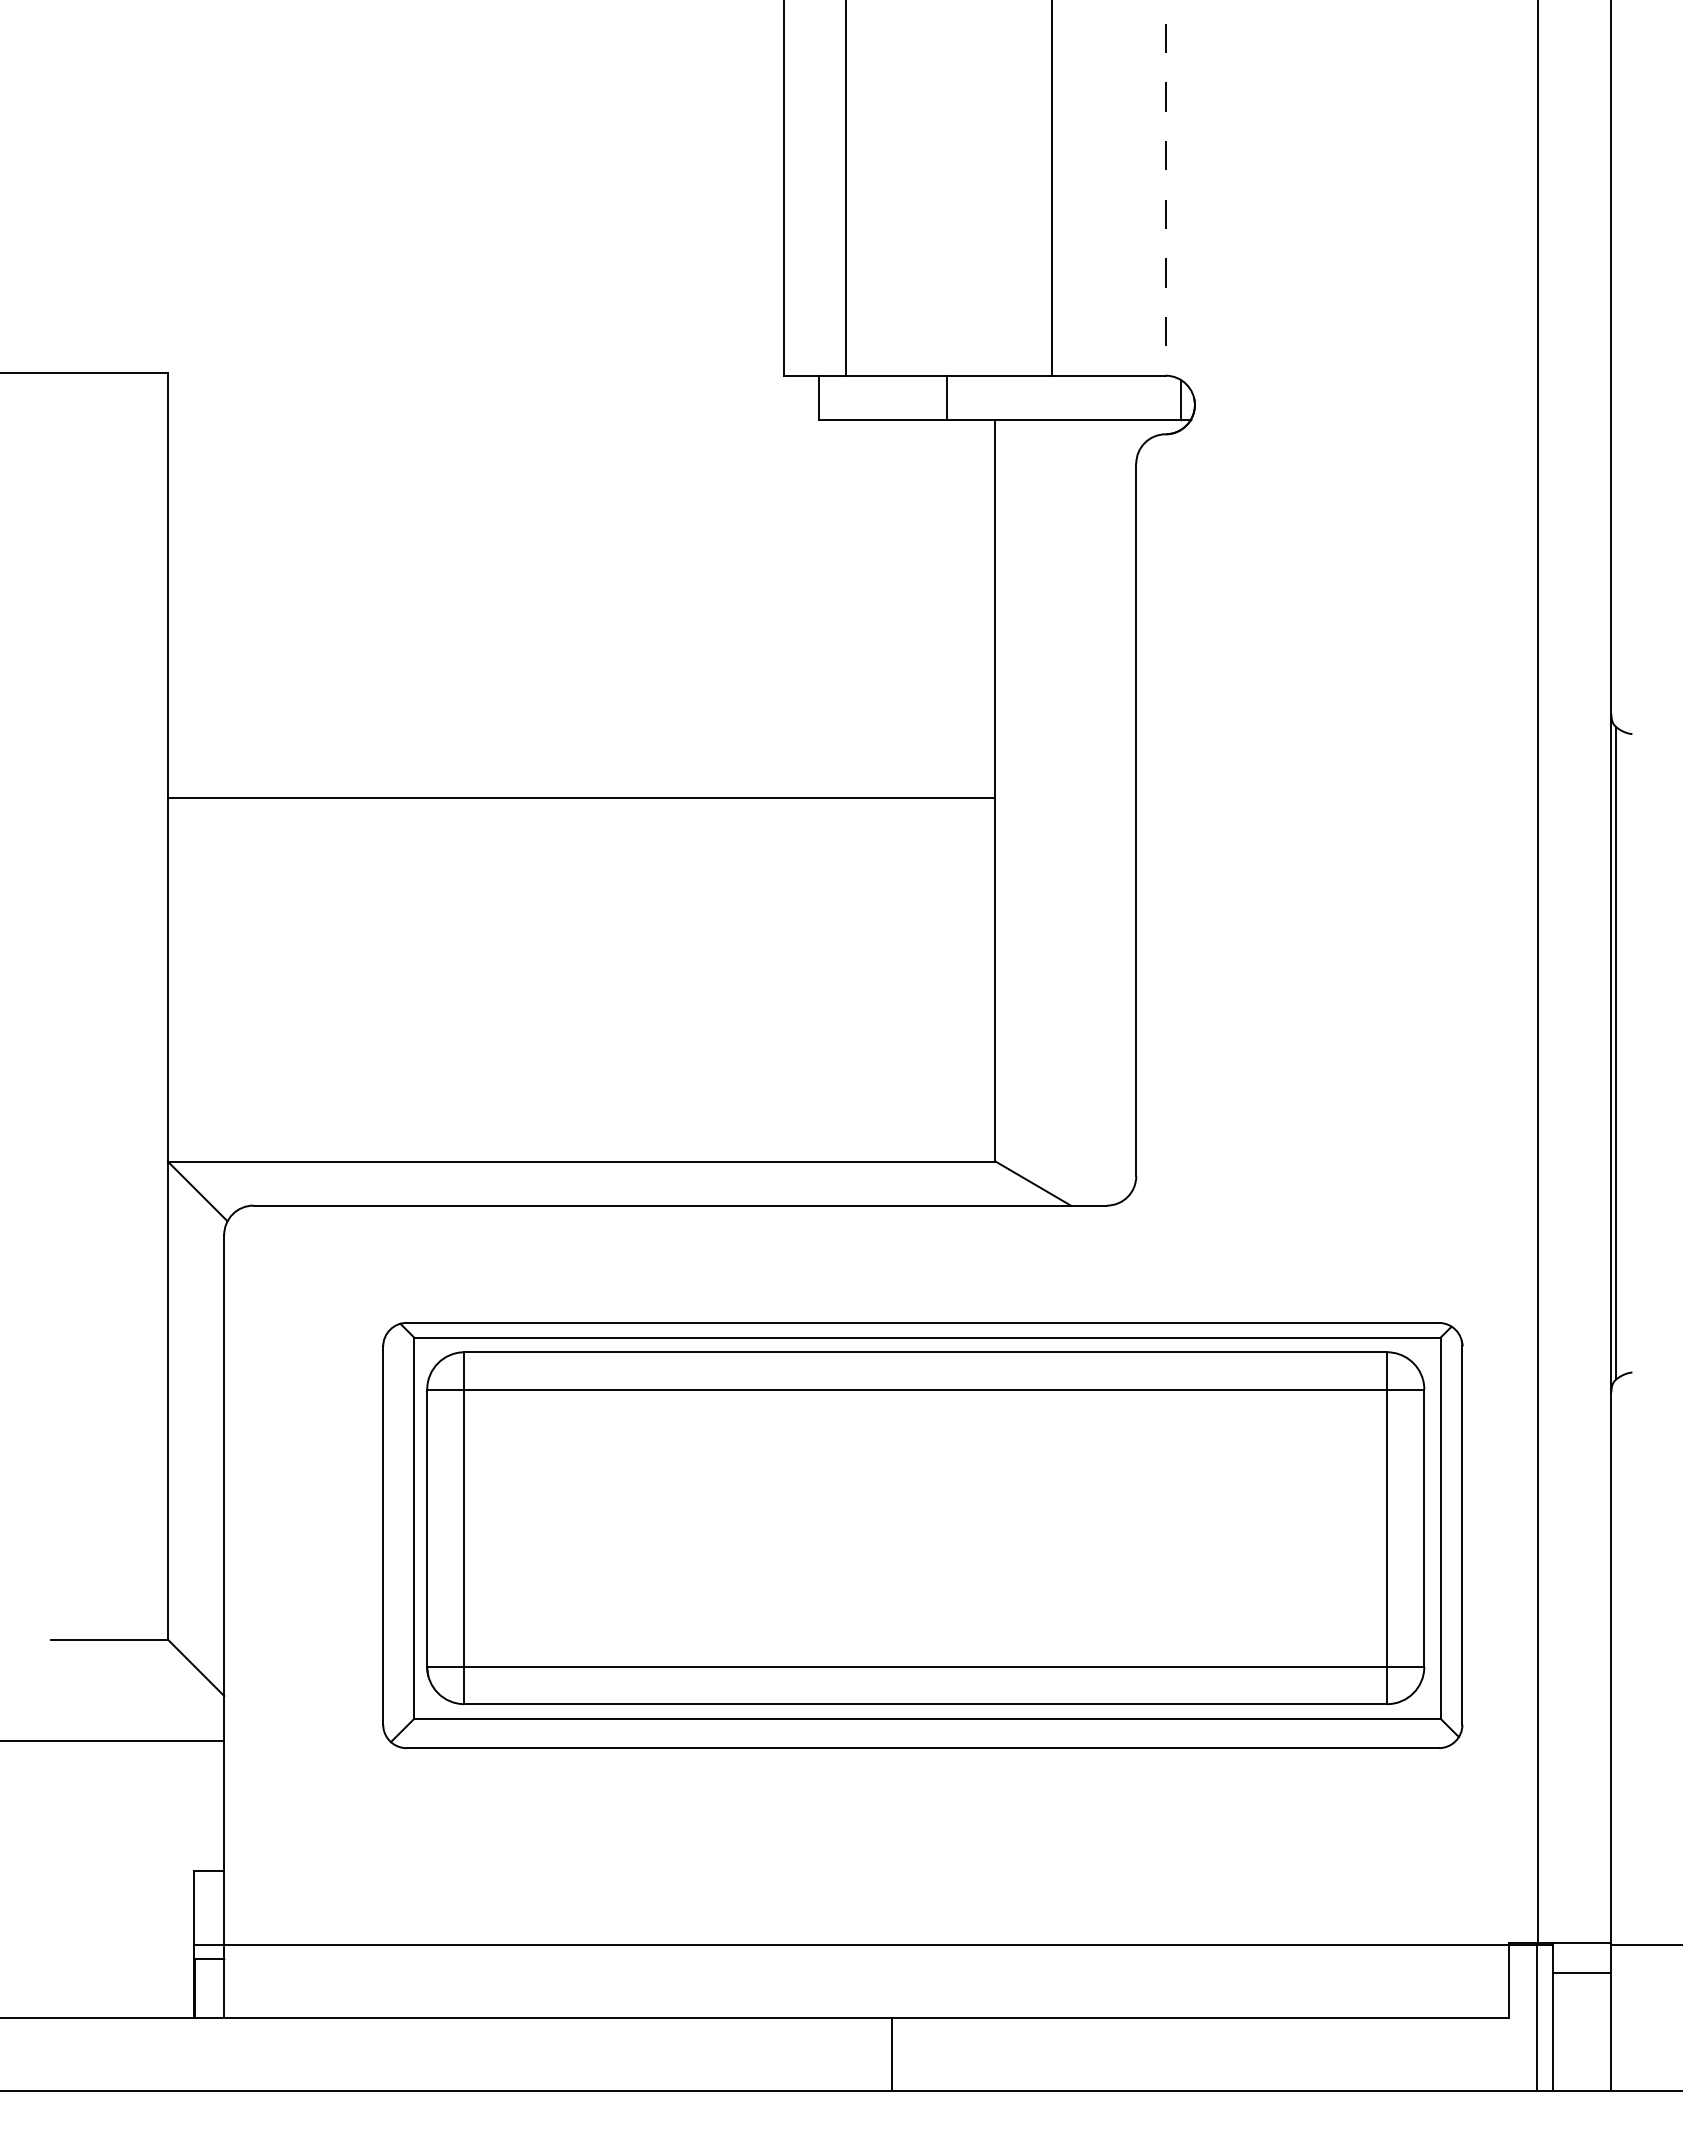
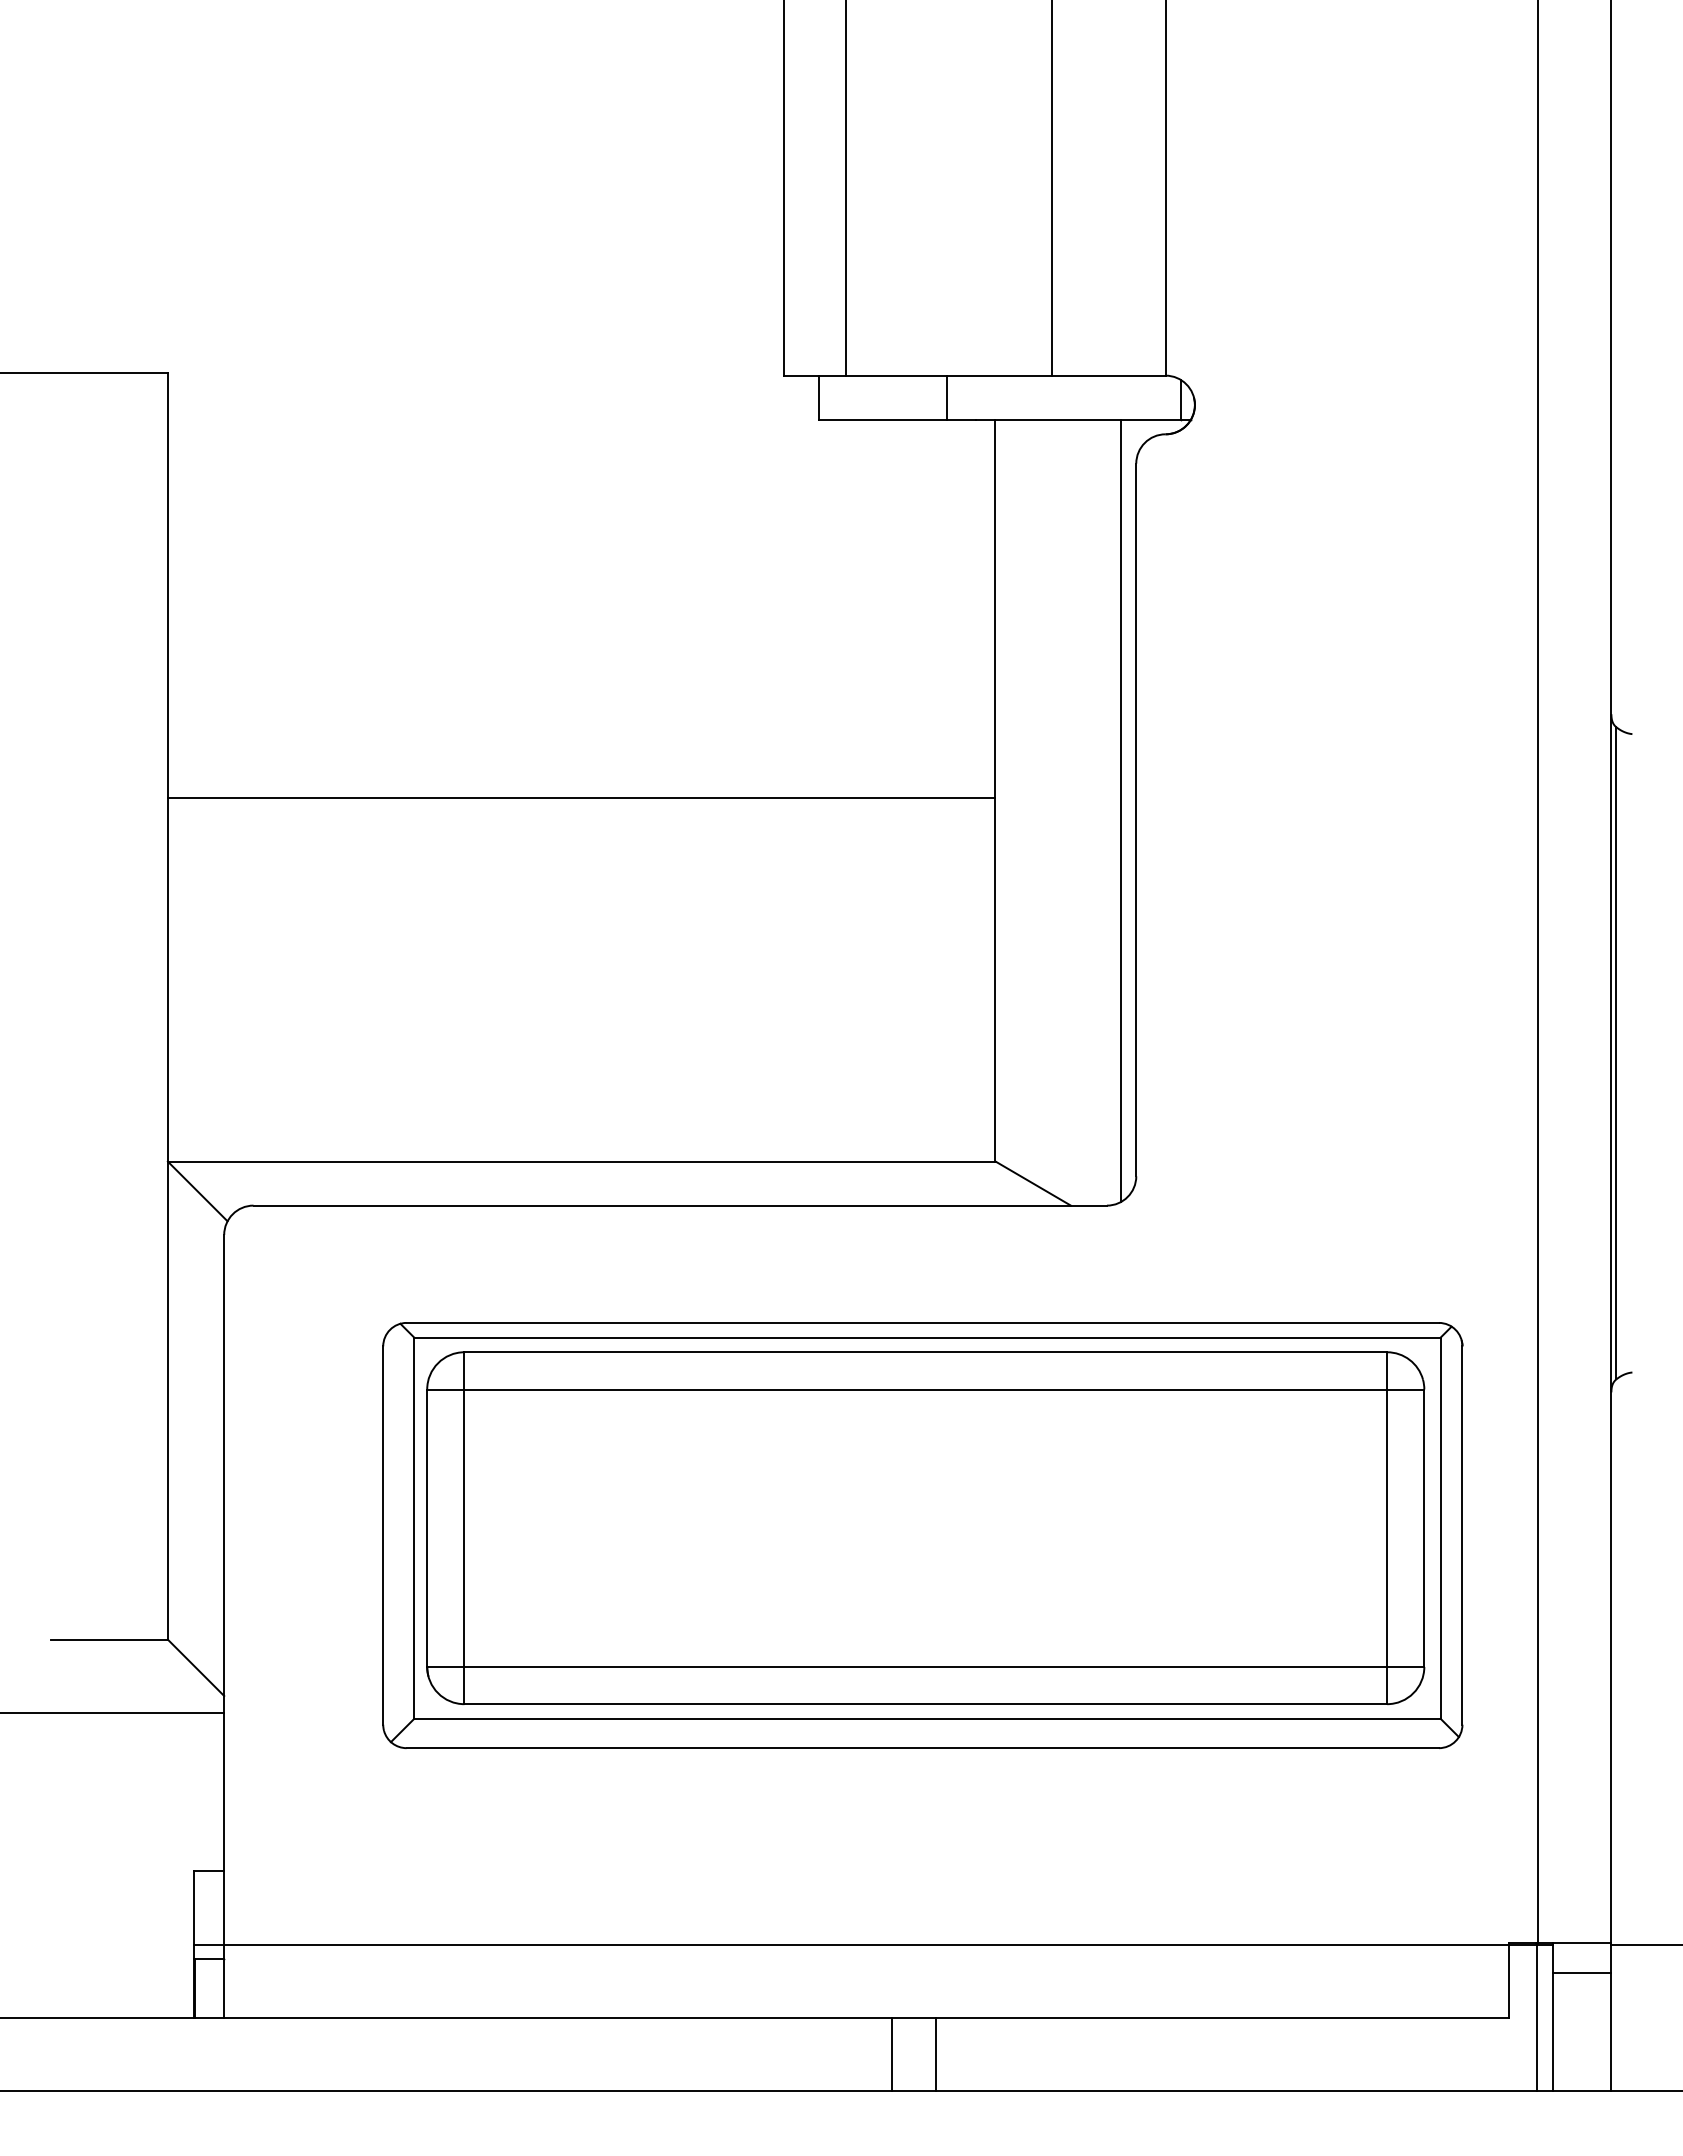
line at (1165, 188): dashed -> solid
line at (1121, 810): none -> present
line at (113, 1740) position: (113, 1740) -> (113, 1712)
line at (936, 2054): none -> present
